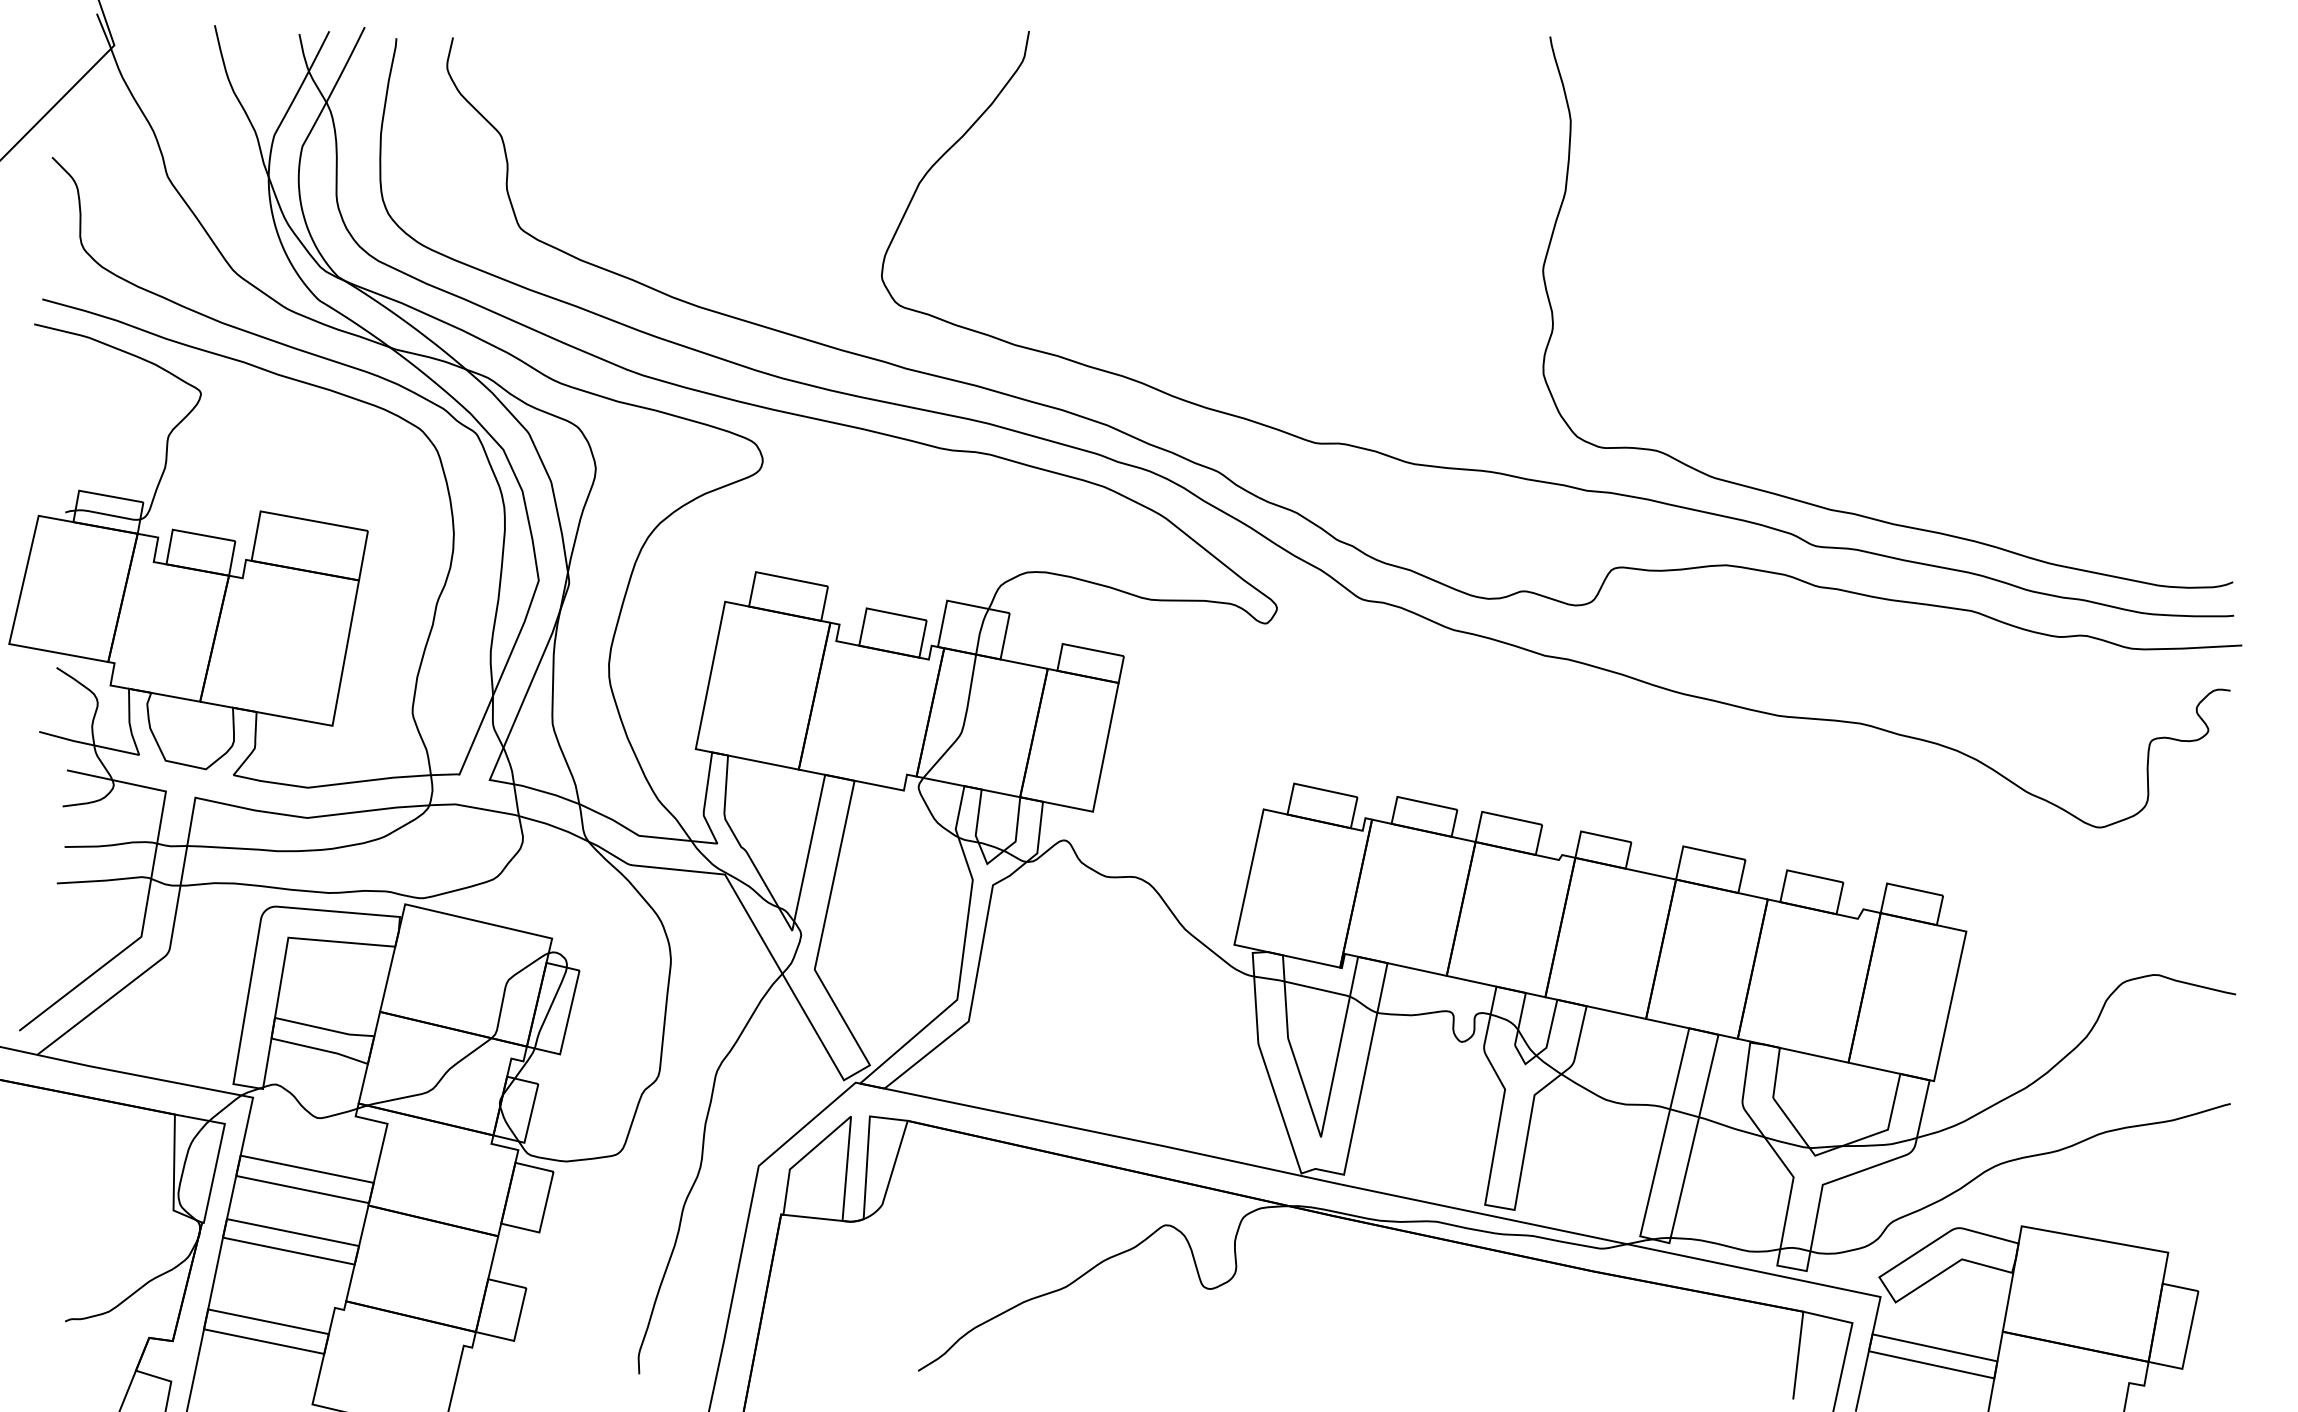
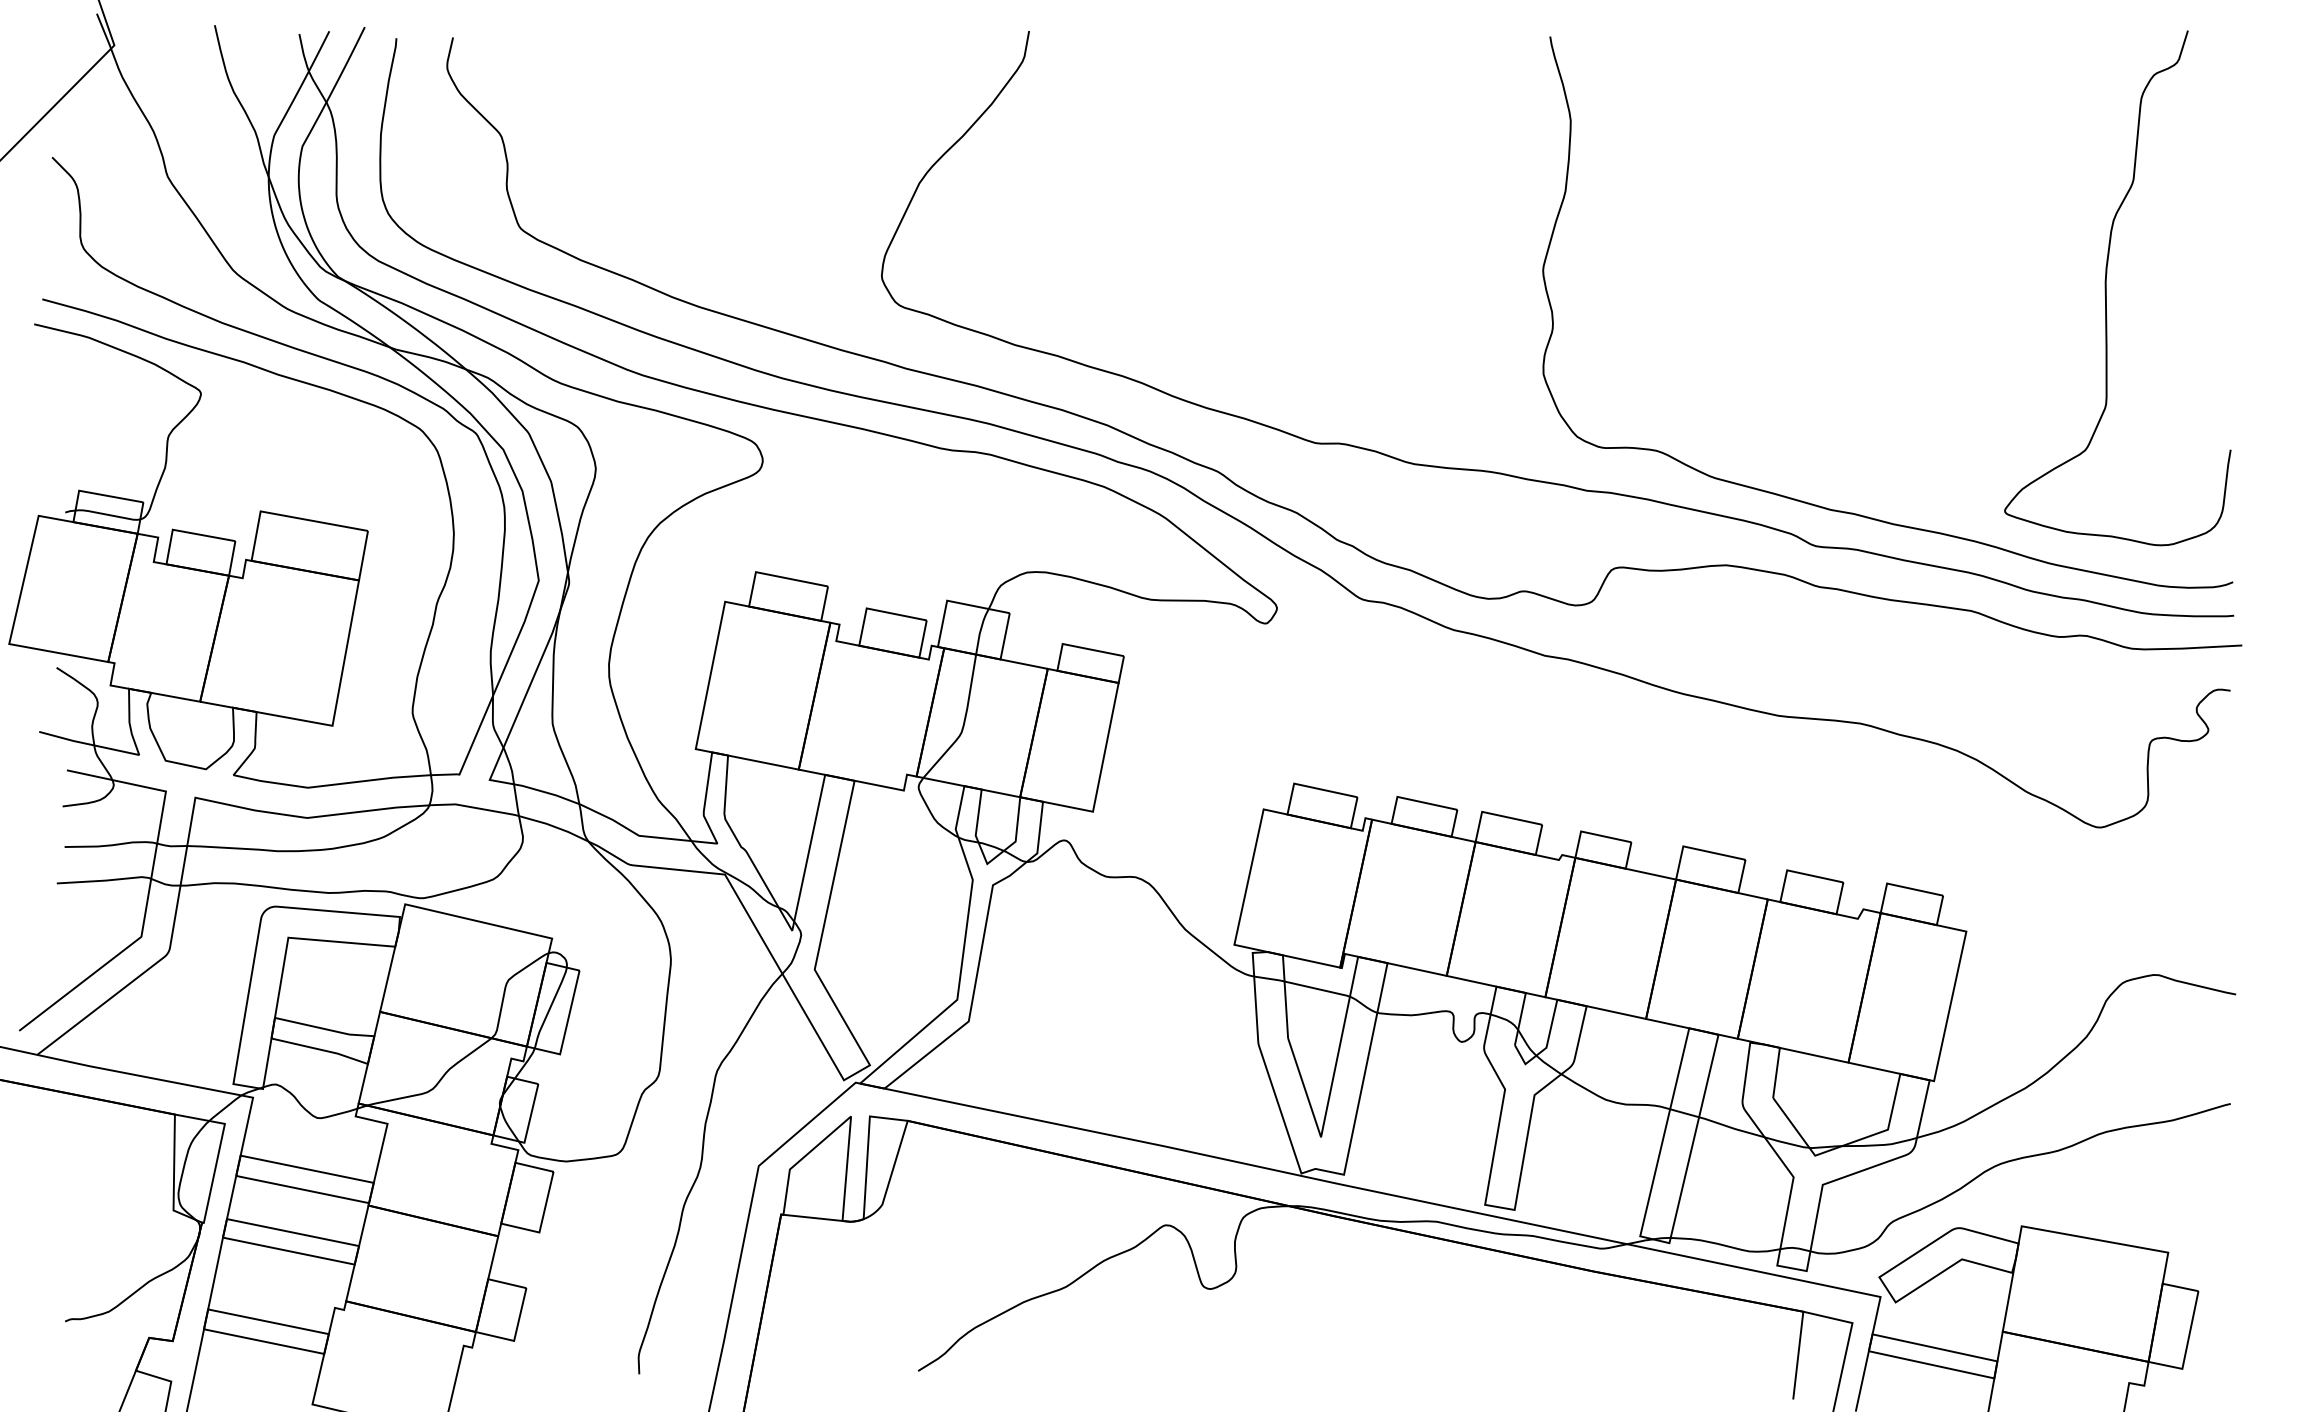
curve at (2106, 288): none -> present
